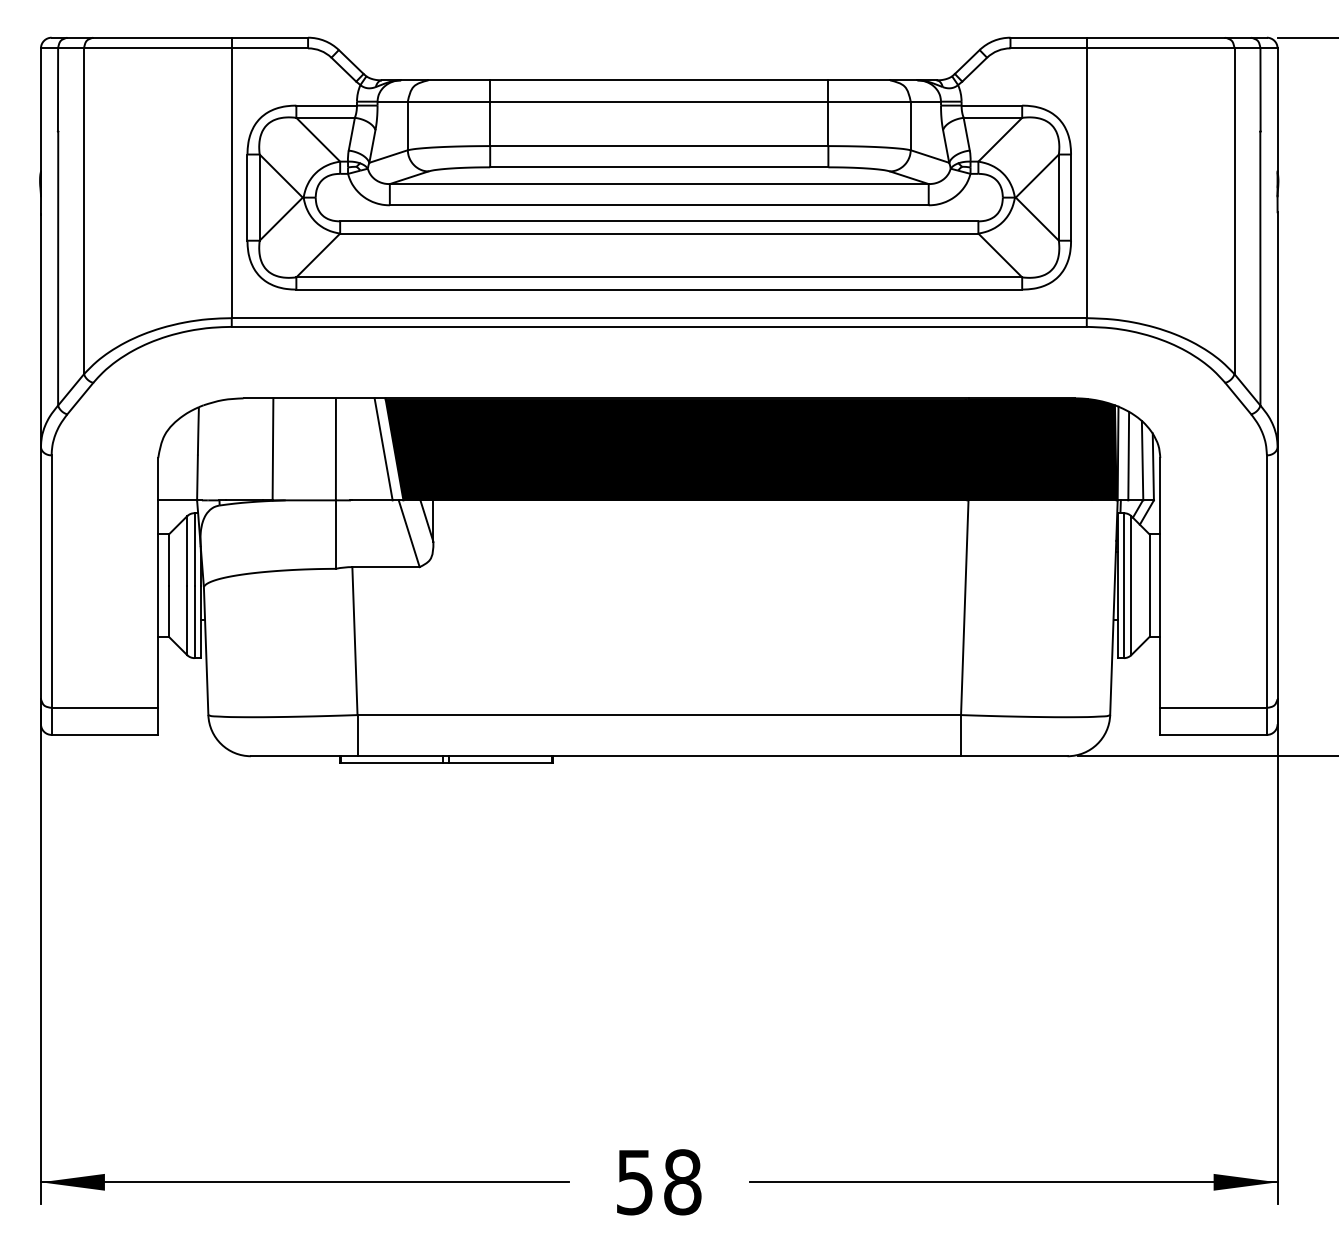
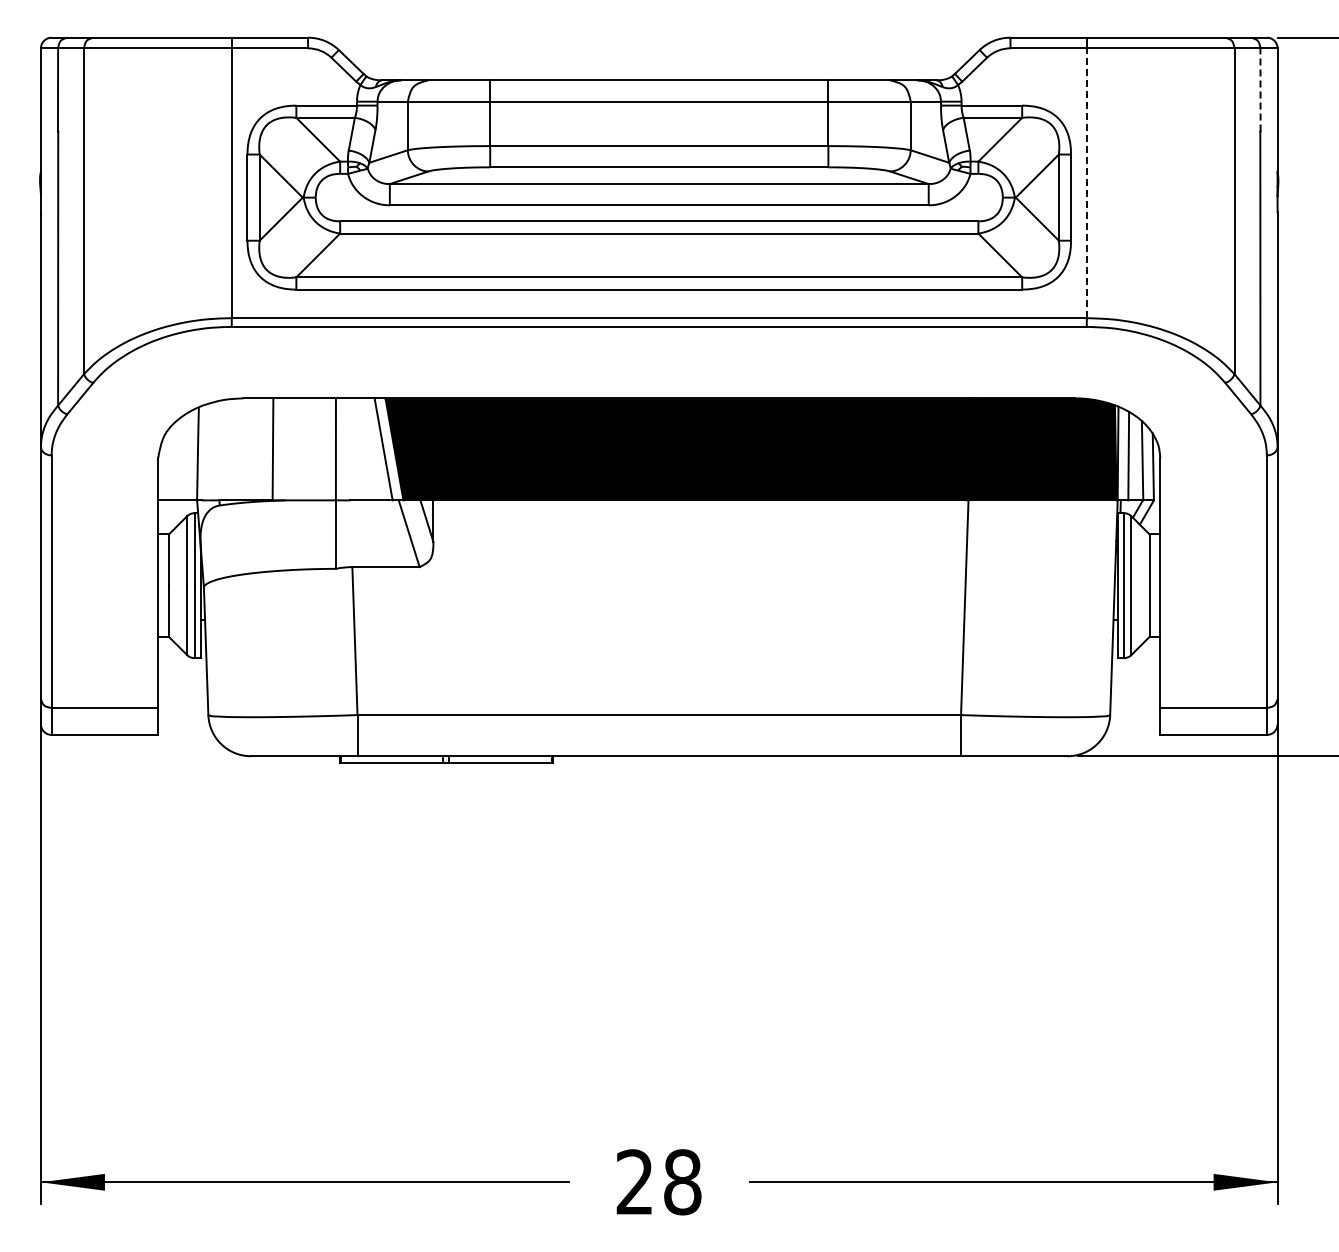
line at (1260, 89): solid -> dashed
line at (1086, 183): solid -> dashed
text at (634, 1182): 58 -> 28
